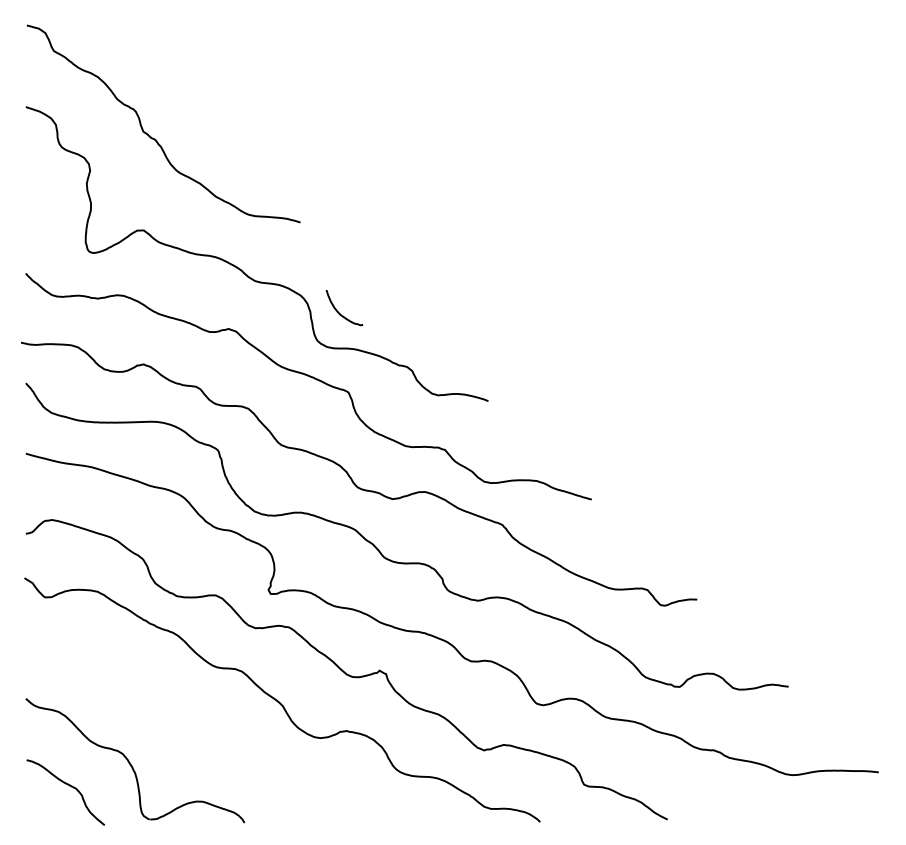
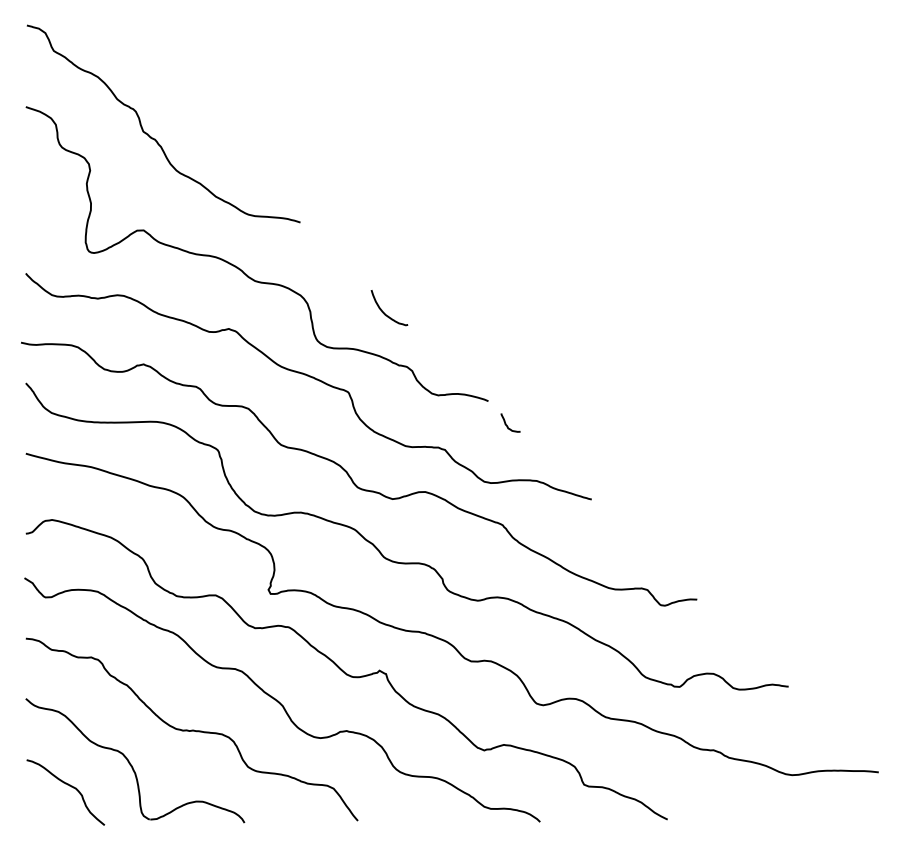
curve at (339, 312) position: (339, 312) -> (384, 312)
curve at (506, 423): none -> present
curve at (191, 729): none -> present
